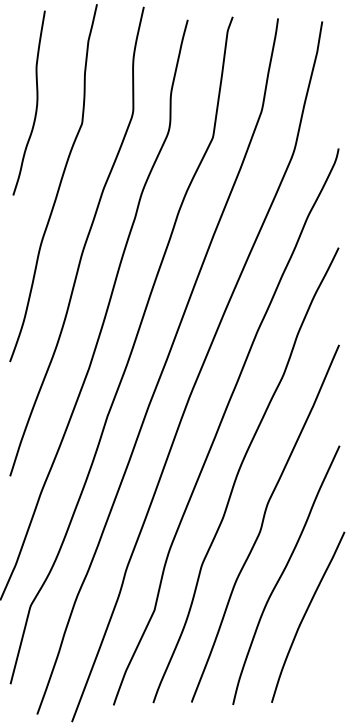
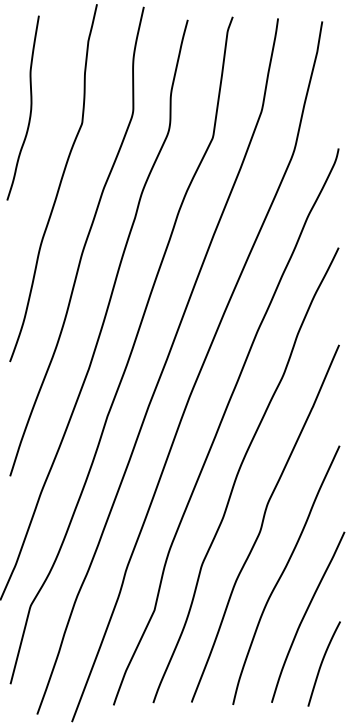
curve at (36, 102) position: (36, 102) -> (30, 107)
curve at (322, 663): none -> present
